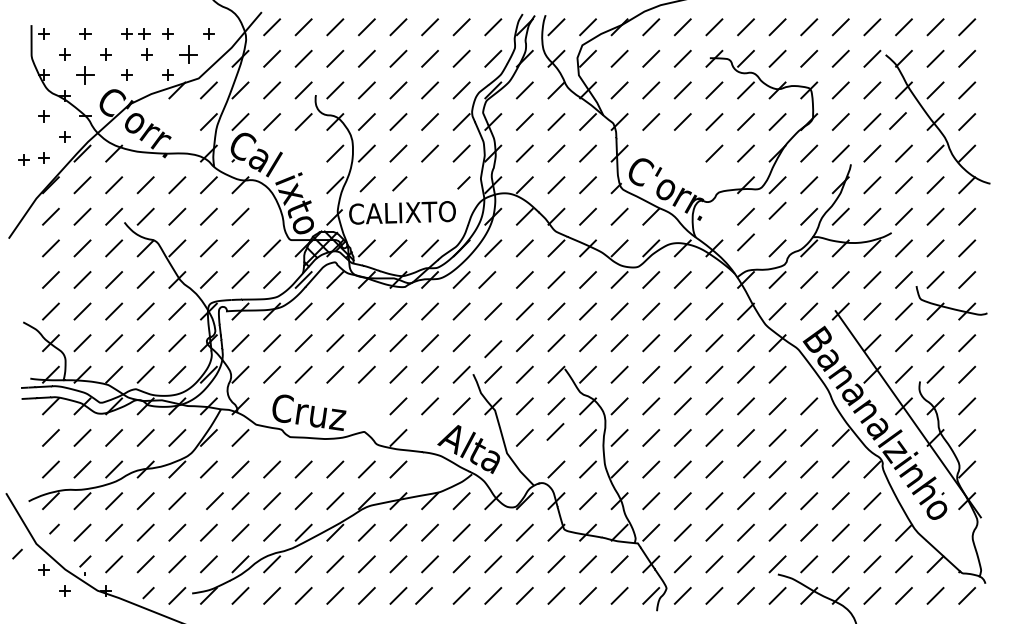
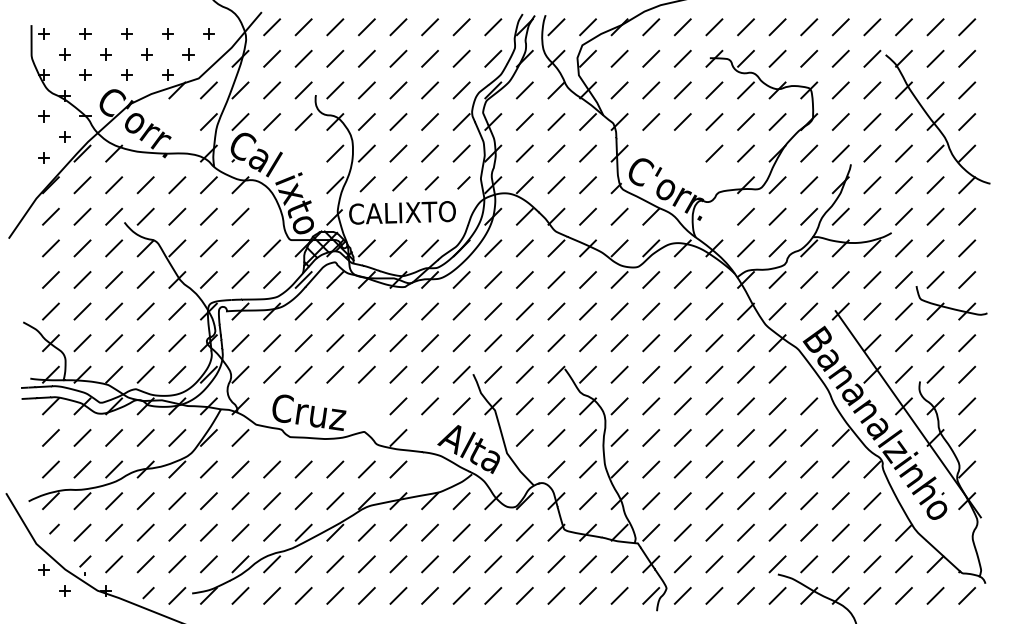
part at (144, 33): present -> none
part at (188, 54) size: 19x19 px -> 13x13 px
part at (85, 75) size: 19x19 px -> 13x12 px
line at (897, 120) position: (897, 120) -> (903, 121)
part at (23, 159): present -> none
line at (431, 183): none -> present
line at (777, 210) position: (777, 210) -> (777, 216)
line at (745, 242) position: (745, 242) -> (745, 248)
line at (487, 279) position: (487, 279) -> (493, 279)
line at (493, 349) position: (493, 349) -> (493, 343)
line at (555, 431) position: (555, 431) -> (556, 437)
line at (751, 469) position: (751, 469) -> (745, 469)
line at (214, 500) position: (214, 500) -> (208, 500)
line at (17, 553): present -> none
line at (423, 595) position: (423, 595) -> (429, 595)
